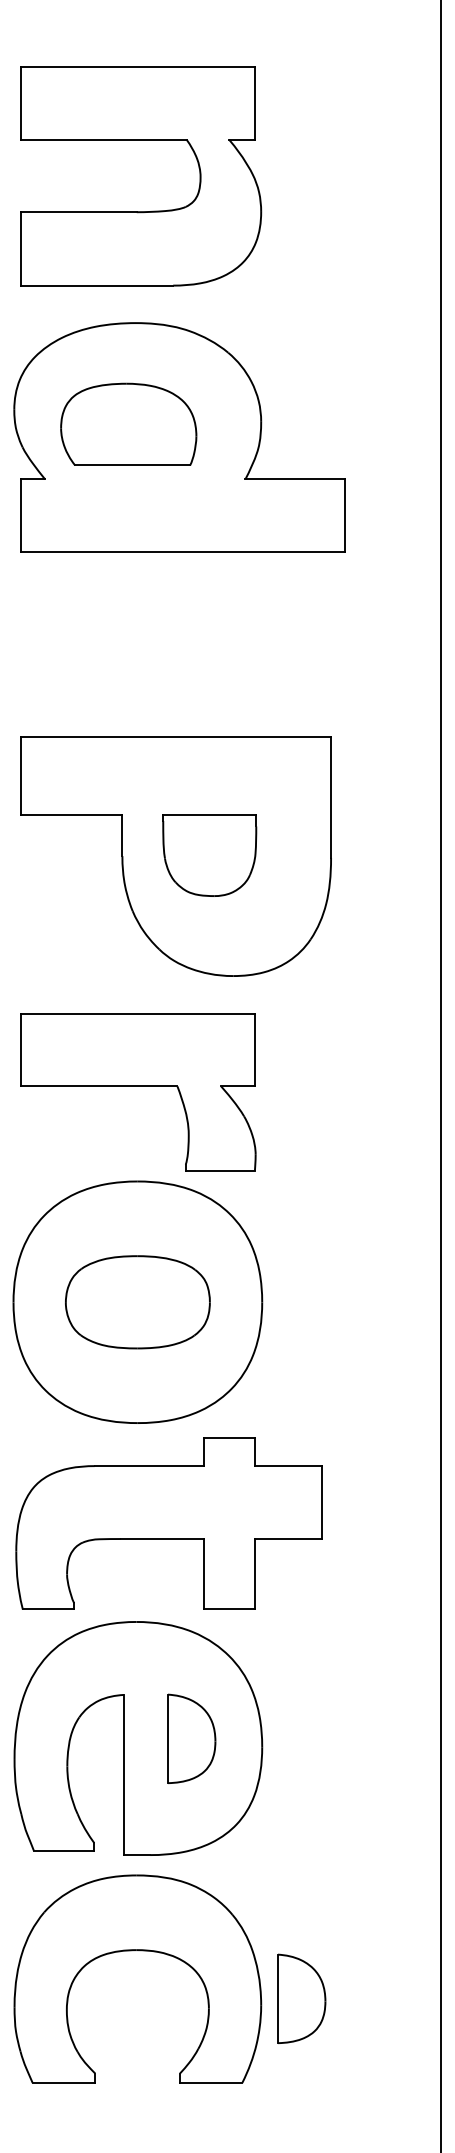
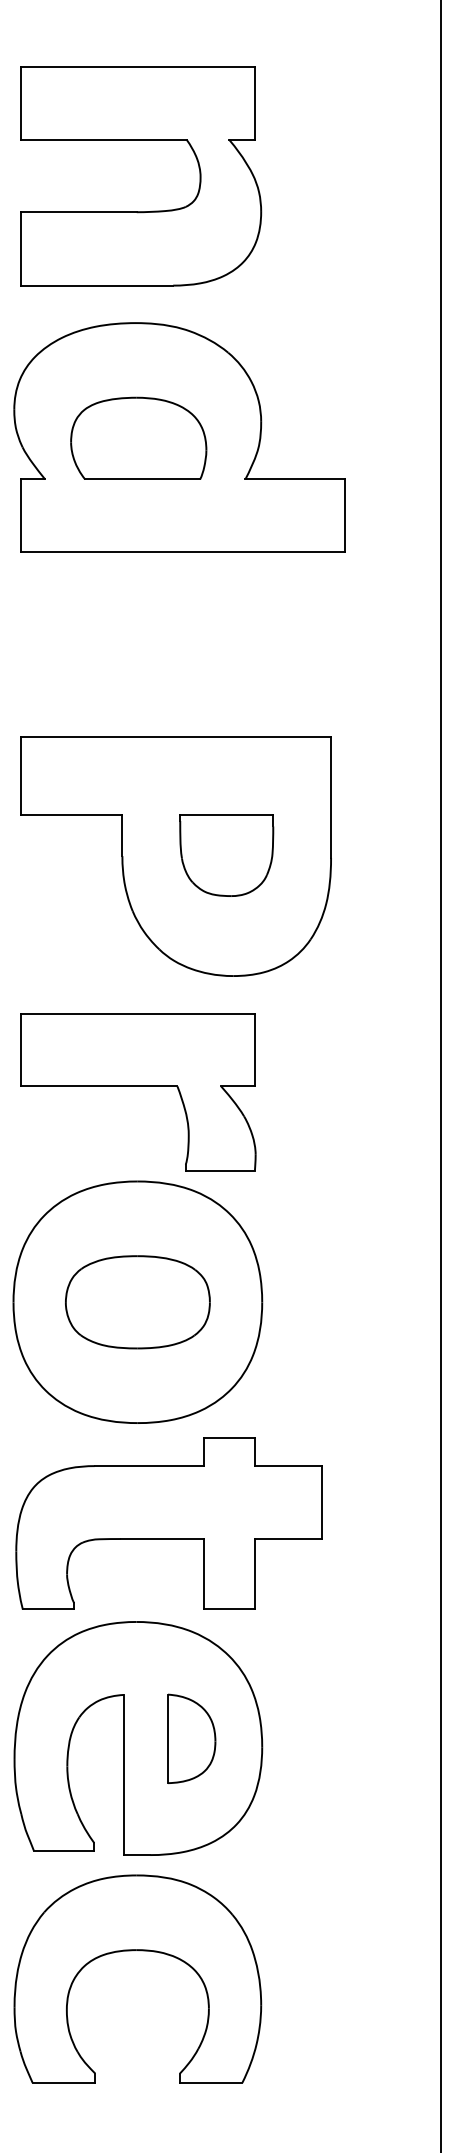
part at (128, 423) position: (128, 423) -> (138, 437)
part at (209, 855) position: (209, 855) -> (226, 855)
part at (301, 1998): present -> none
